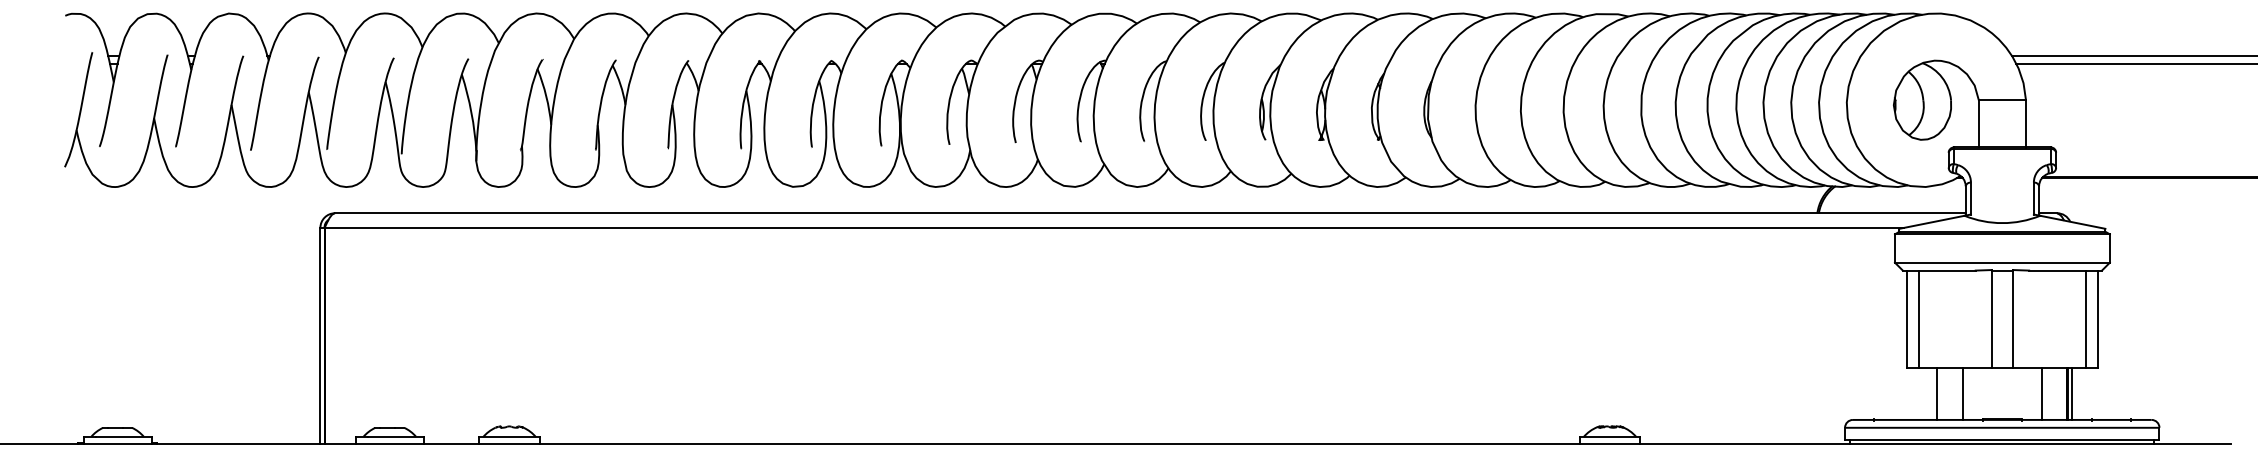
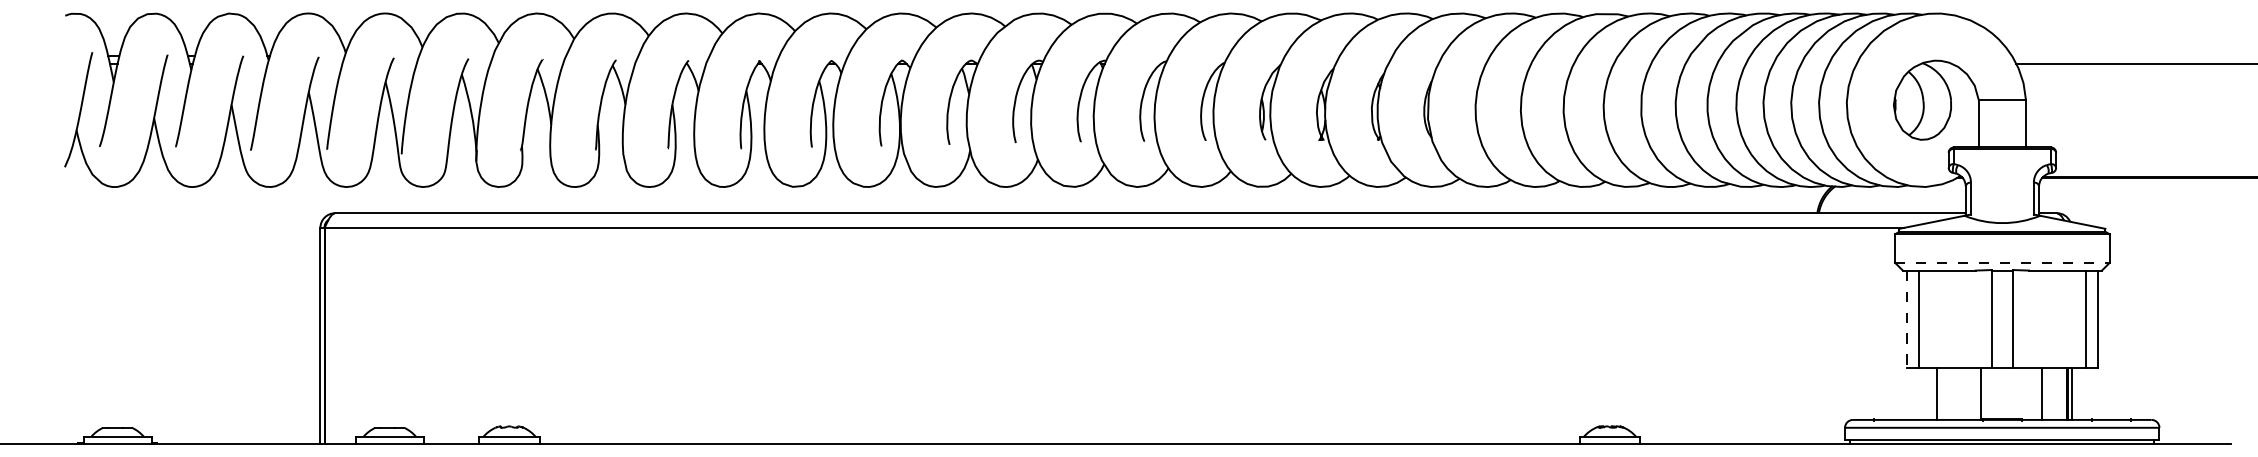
line at (2133, 56): present -> none
line at (2002, 262): solid -> dashed
line at (1906, 319): solid -> dashed
line at (1962, 393) position: (1962, 393) -> (1980, 393)
